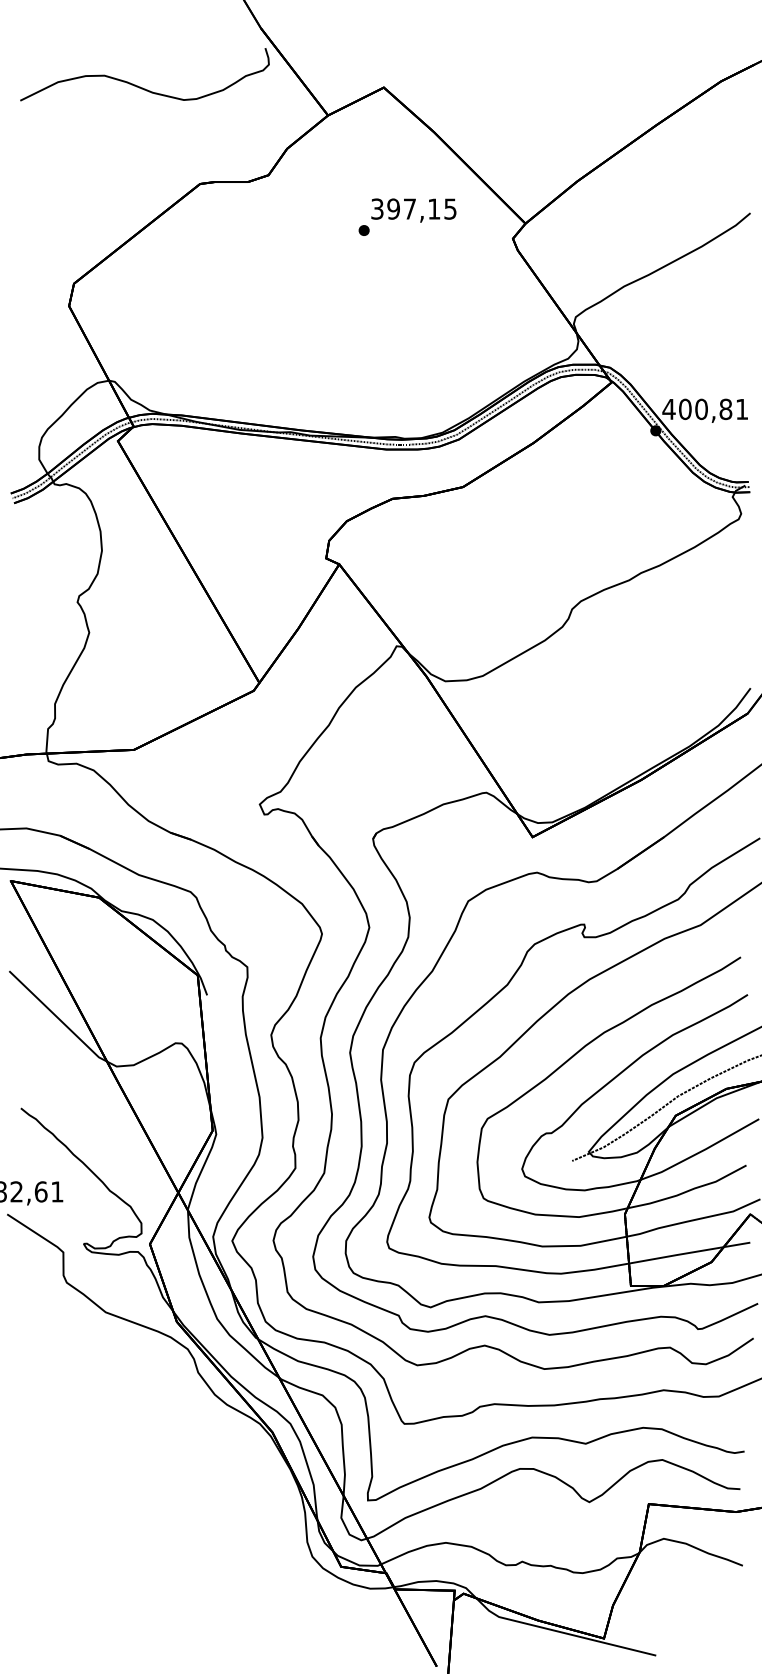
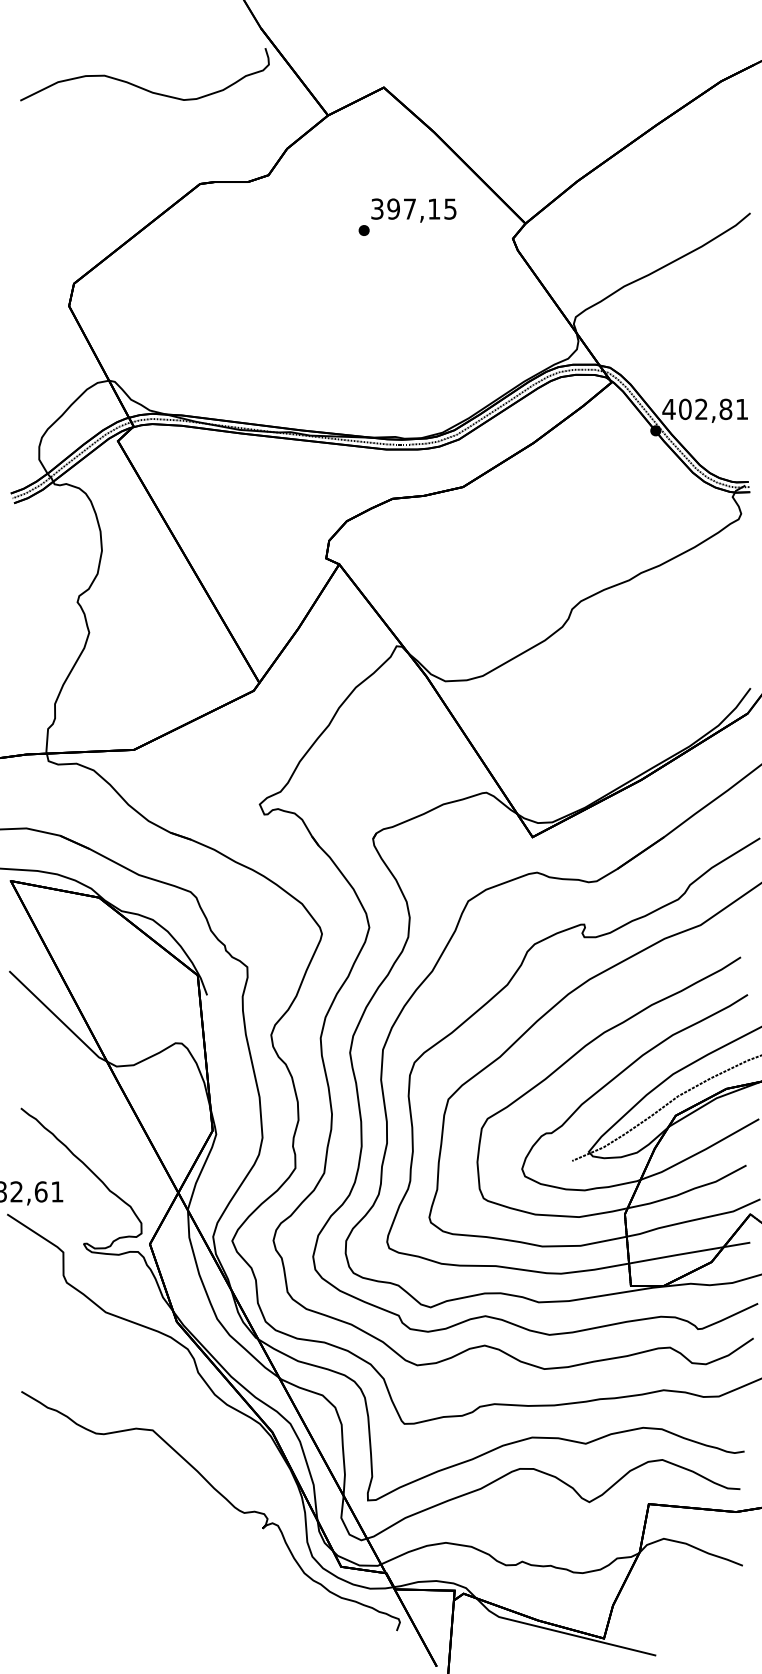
text at (701, 409): 400,81 -> 402,81
curve at (222, 1497): none -> present
